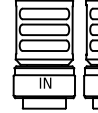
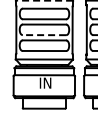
line at (44, 0): solid -> dashed
line at (44, 35): solid -> dashed
